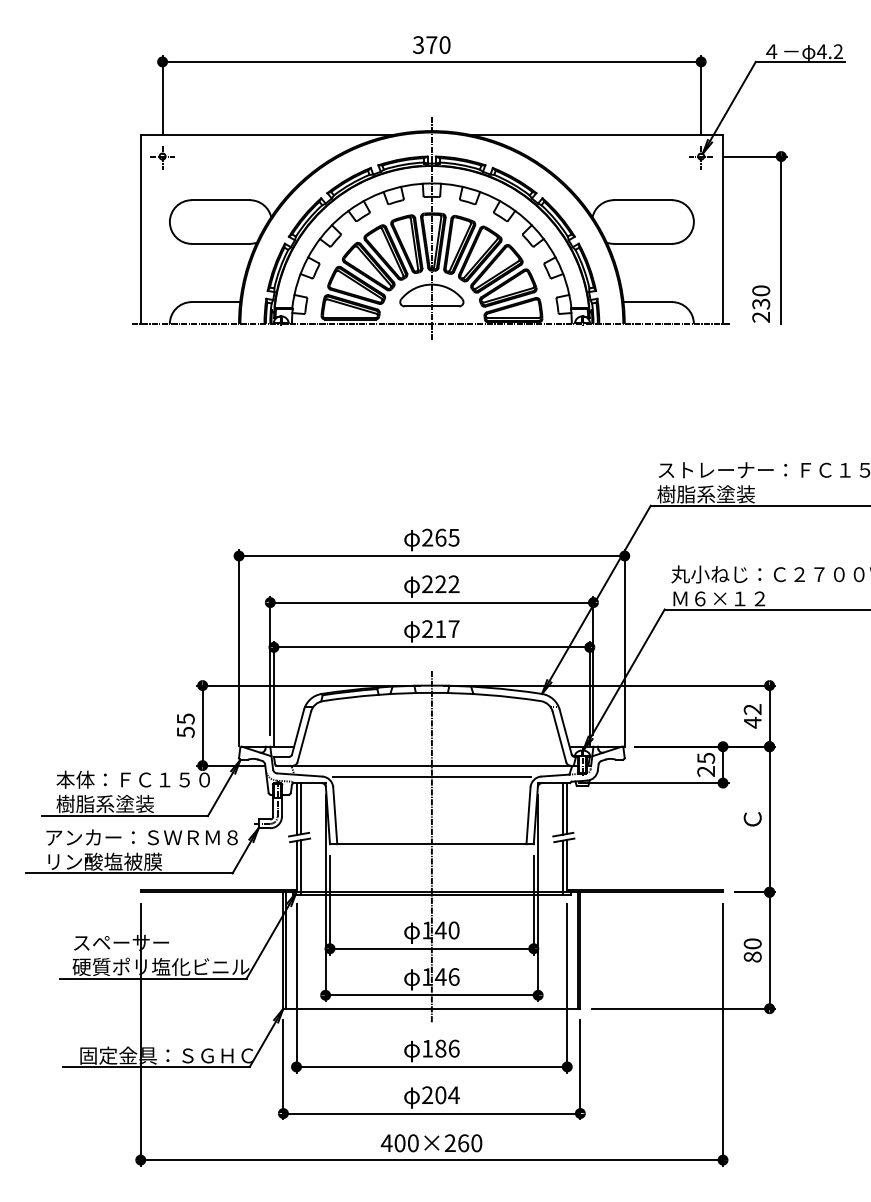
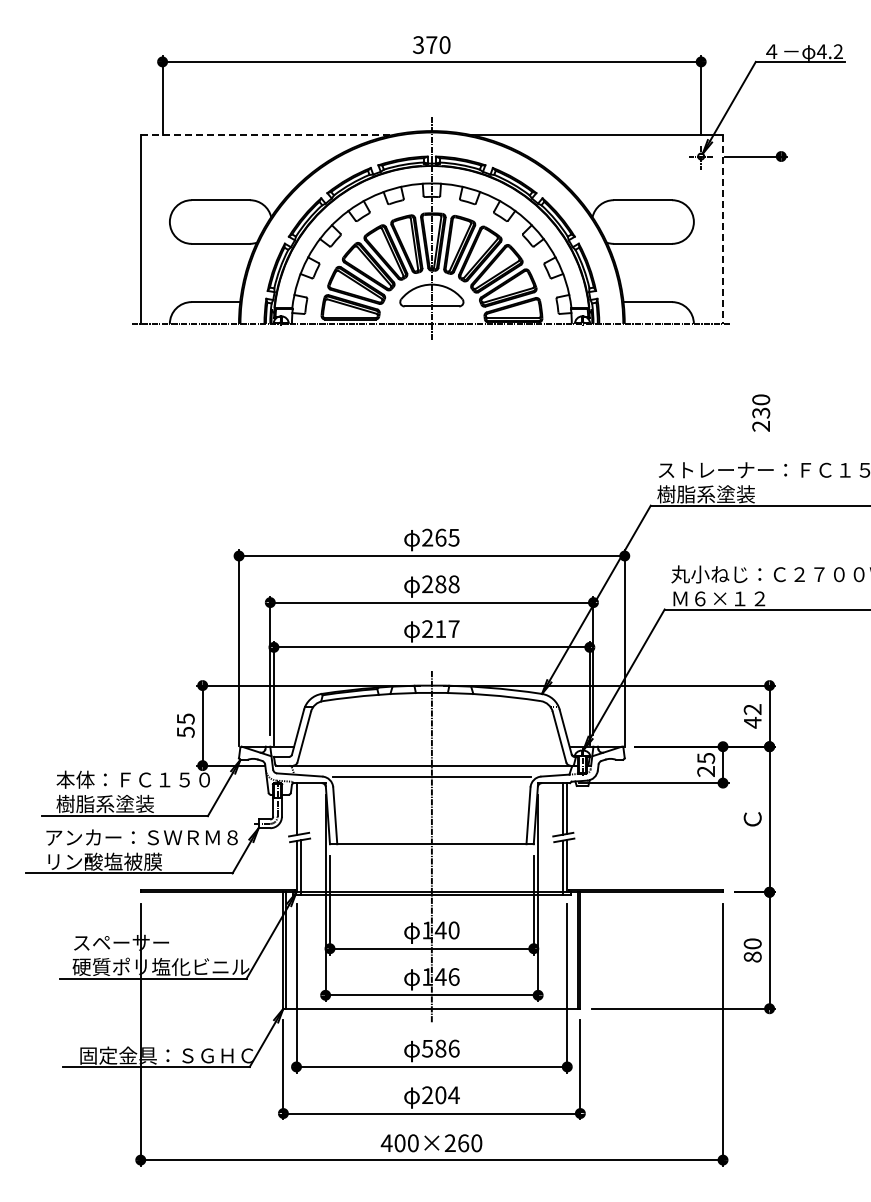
line at (267, 134): solid -> dashed
part at (162, 157): present -> none
line at (723, 229): solid -> dashed
line at (781, 239): present -> none
text at (761, 303) position: (761, 303) -> (761, 412)
text at (447, 584): 222 -> 288
line at (300, 808): present -> none
text at (427, 1048): 186 -> 586
